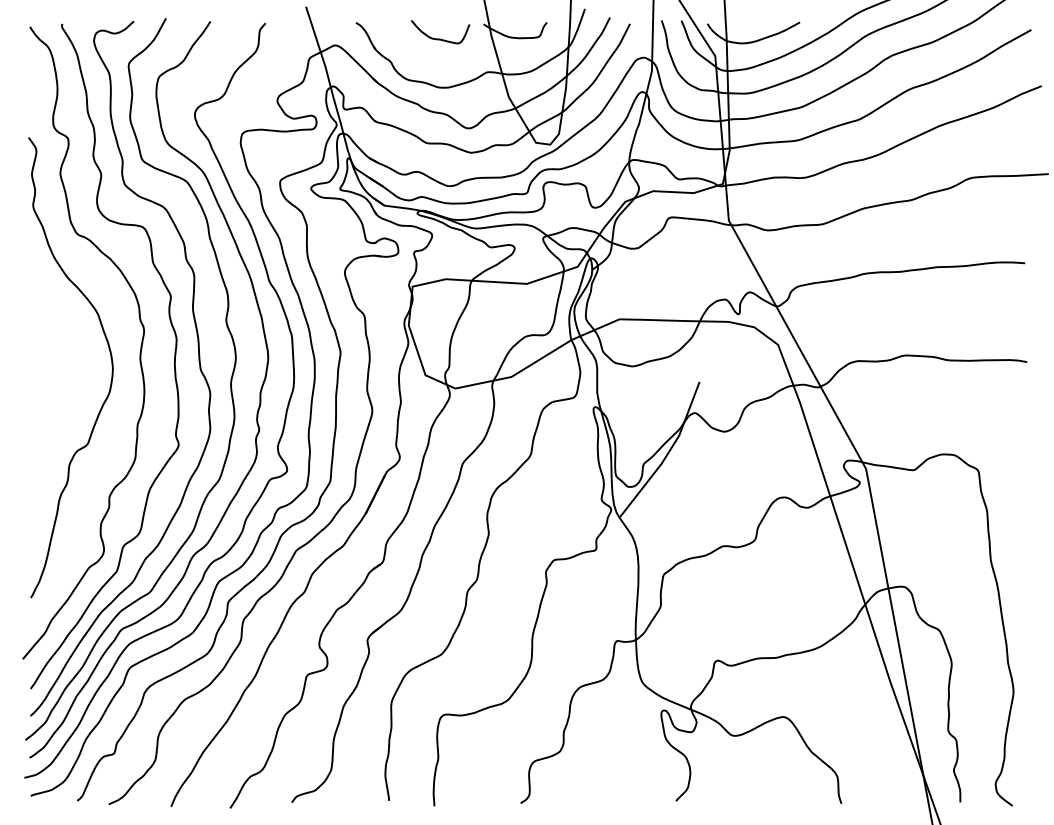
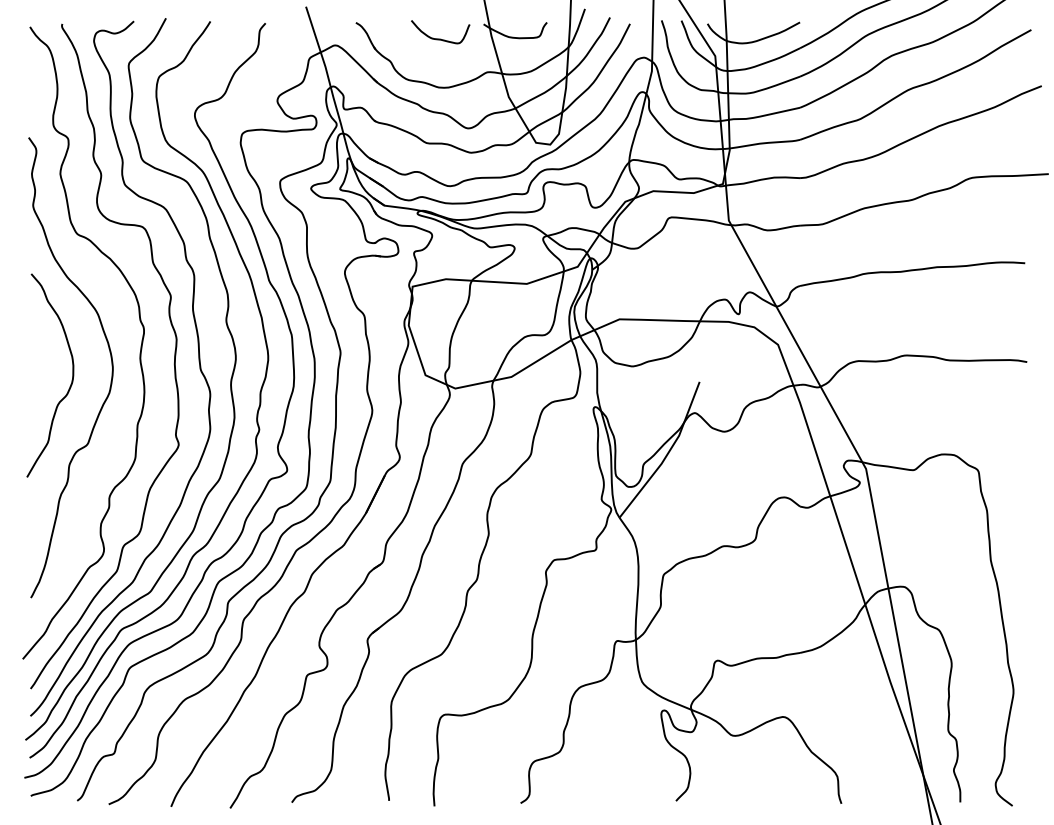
curve at (71, 380): none -> present
